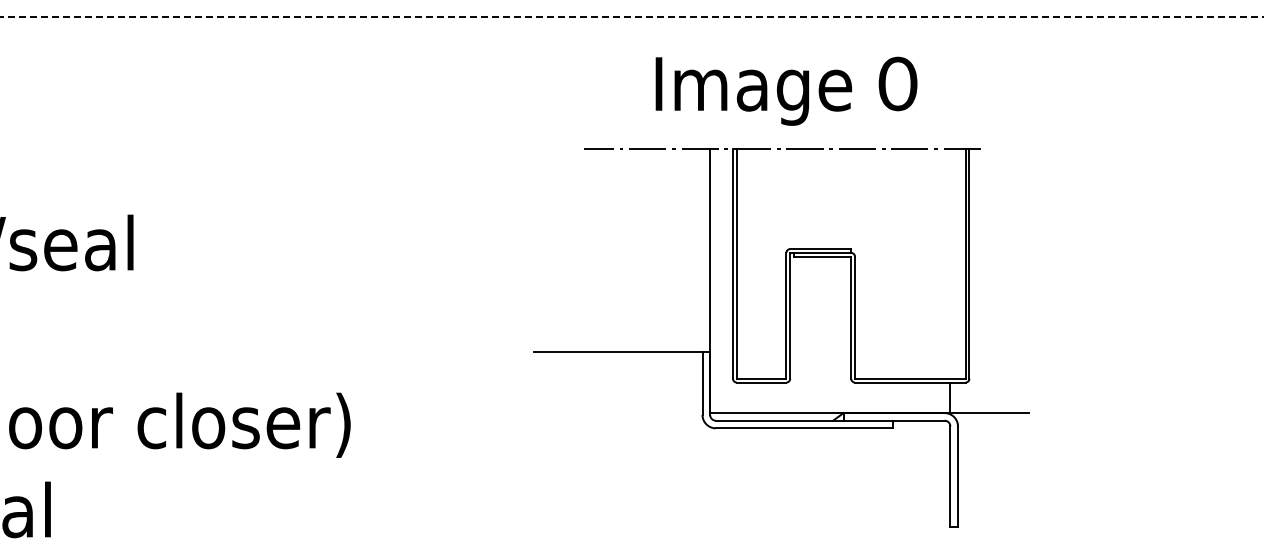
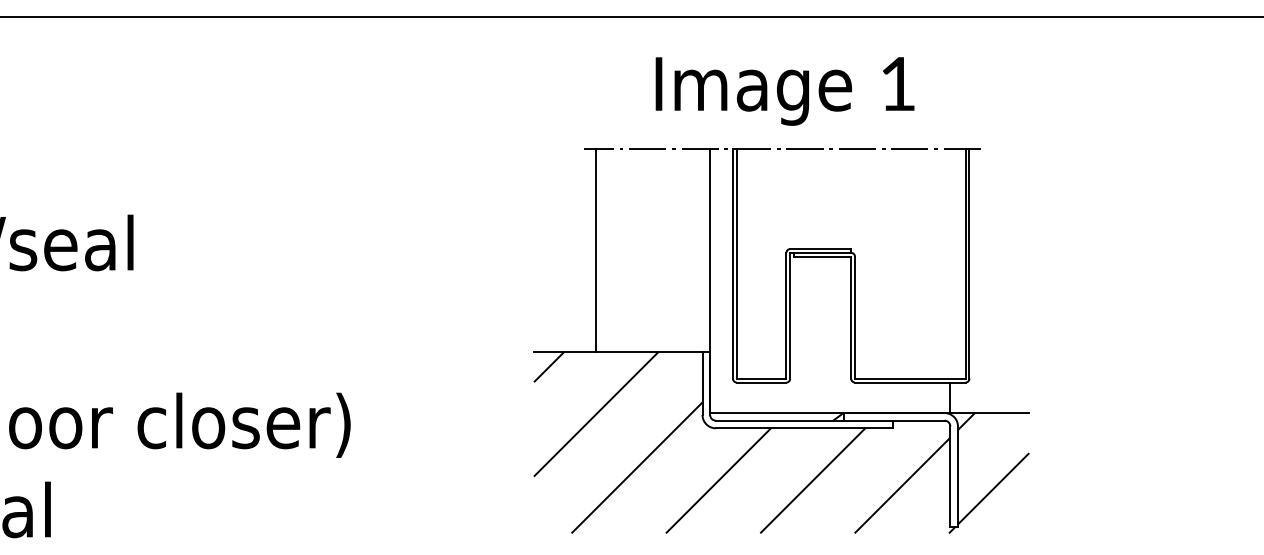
line at (632, 16): dashed -> solid
text at (897, 83): 0 -> 1
line at (595, 250): none -> present
hatch at (781, 442): none -> present
